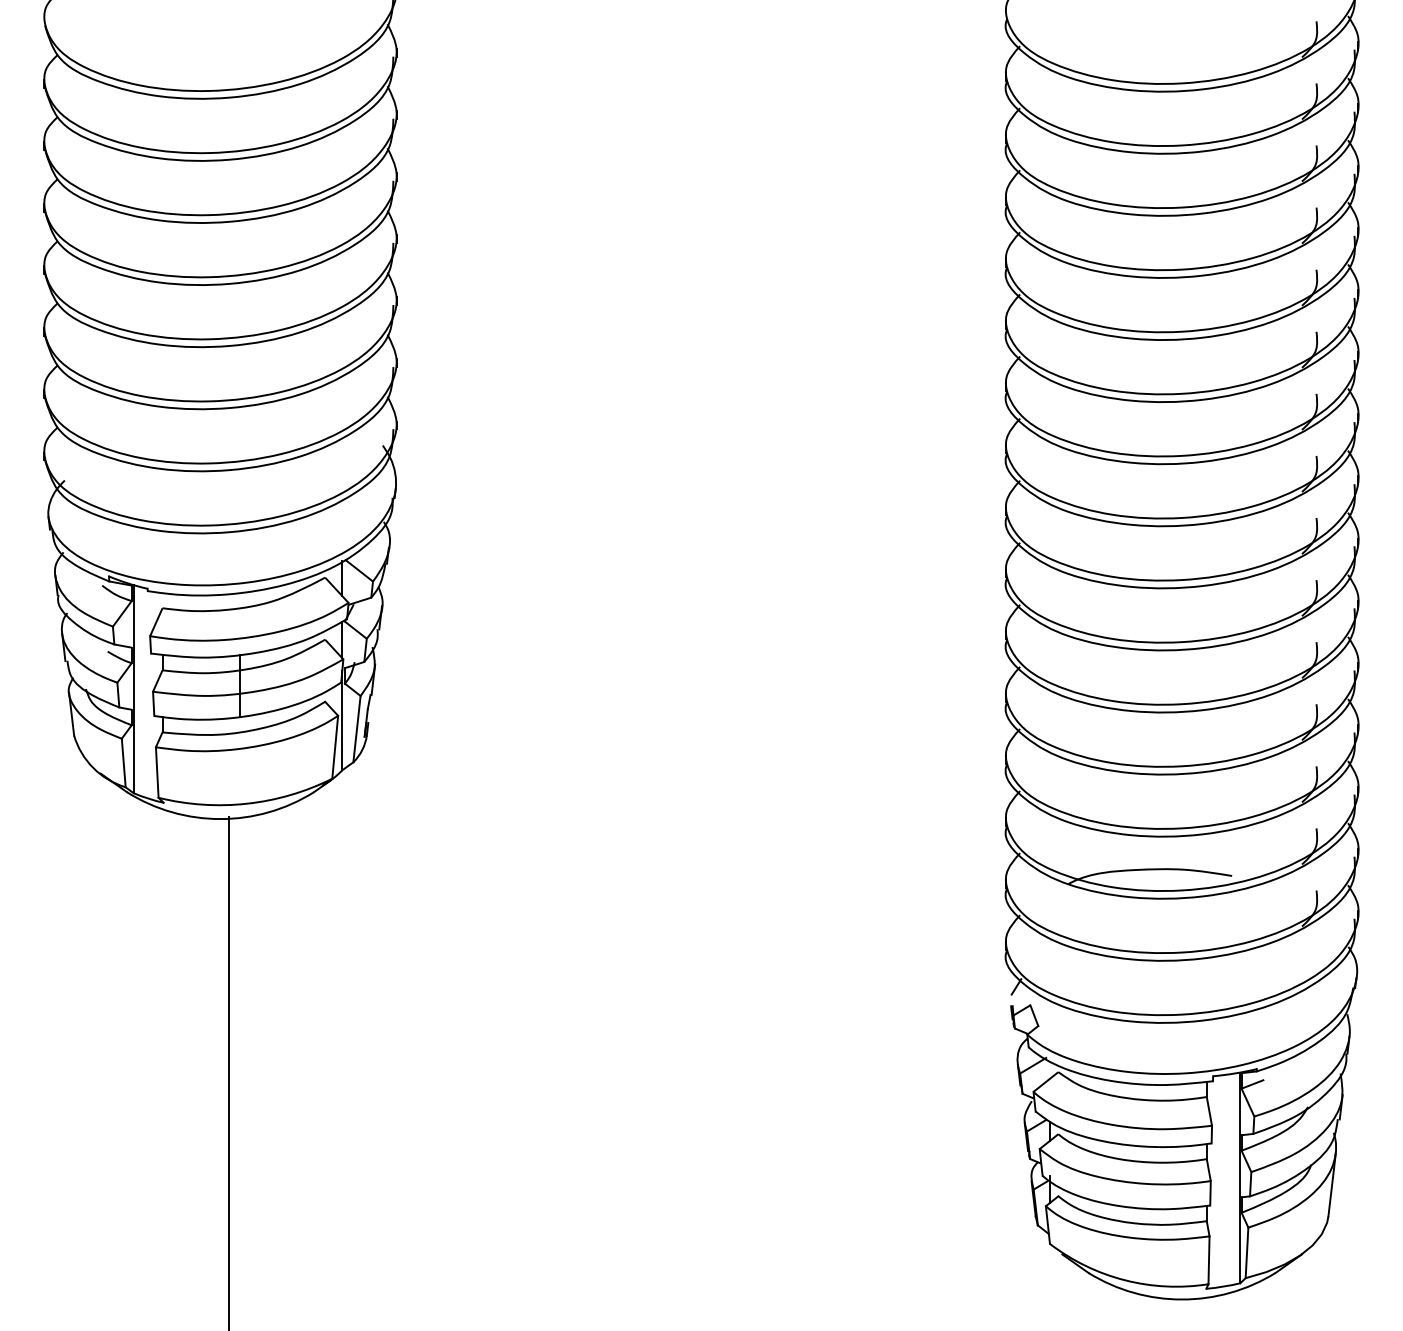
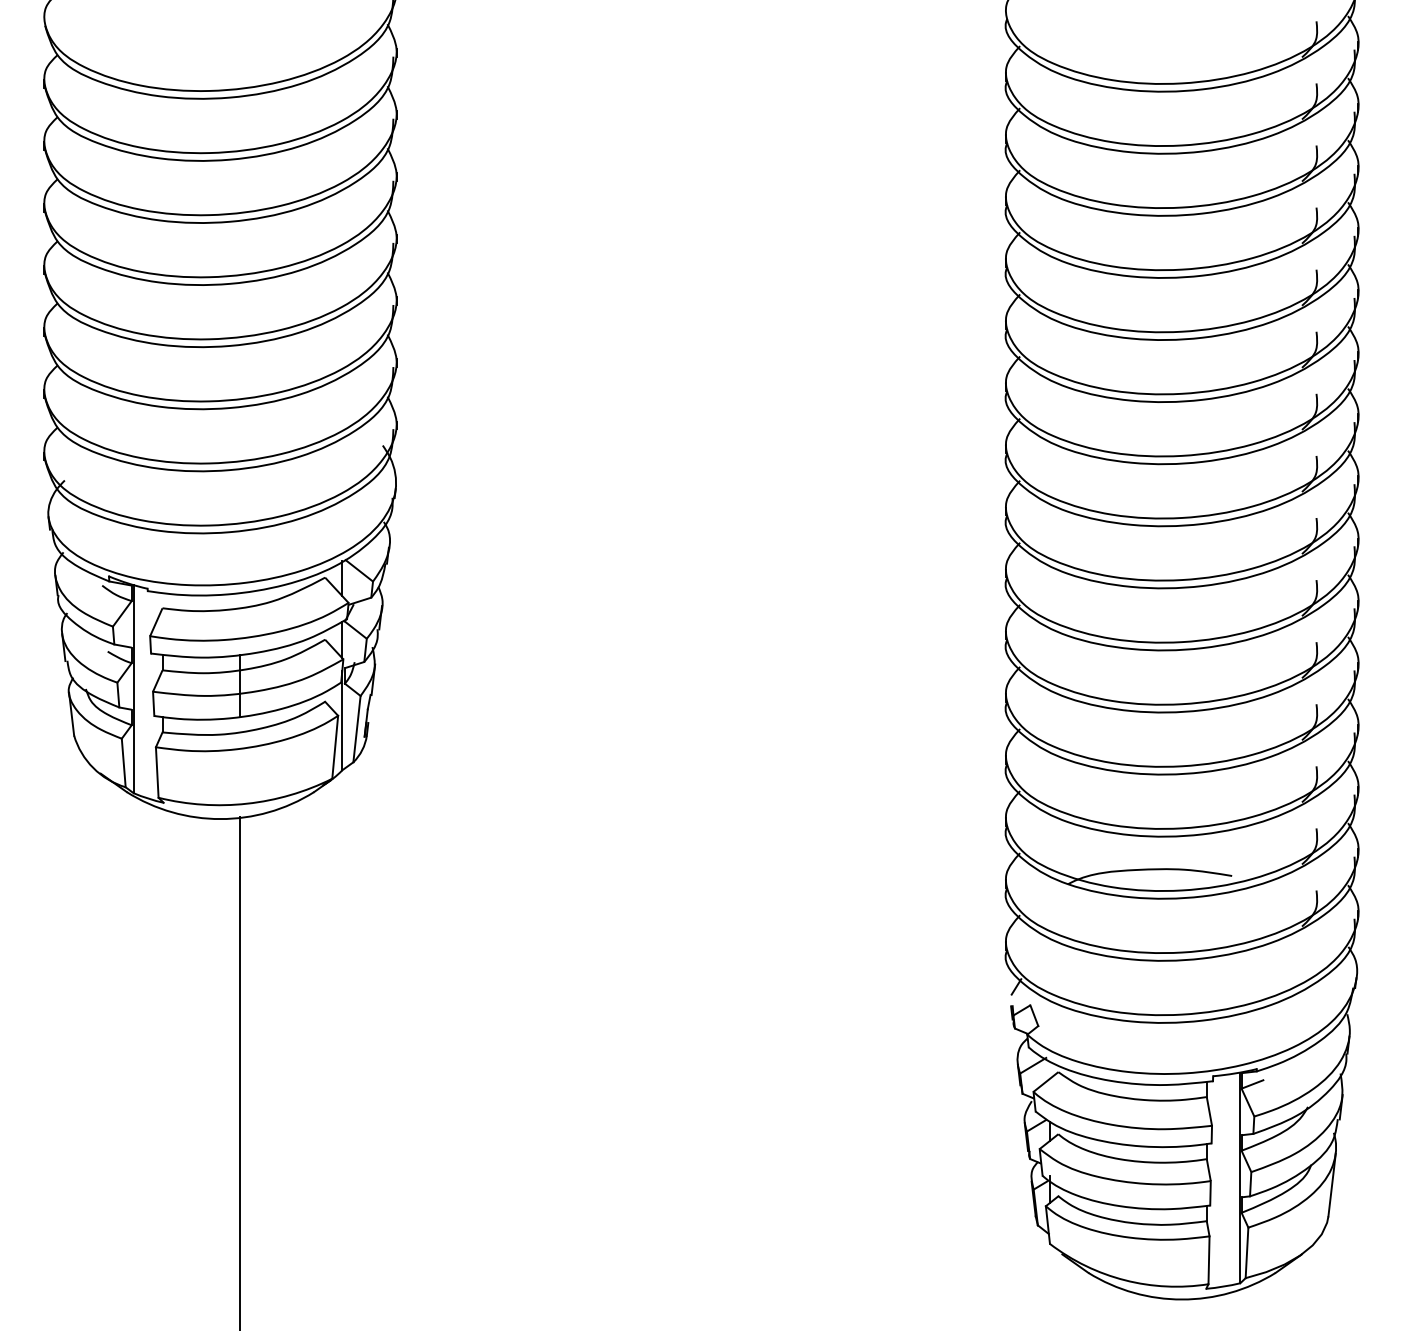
line at (228, 1071) position: (228, 1071) -> (239, 1071)
